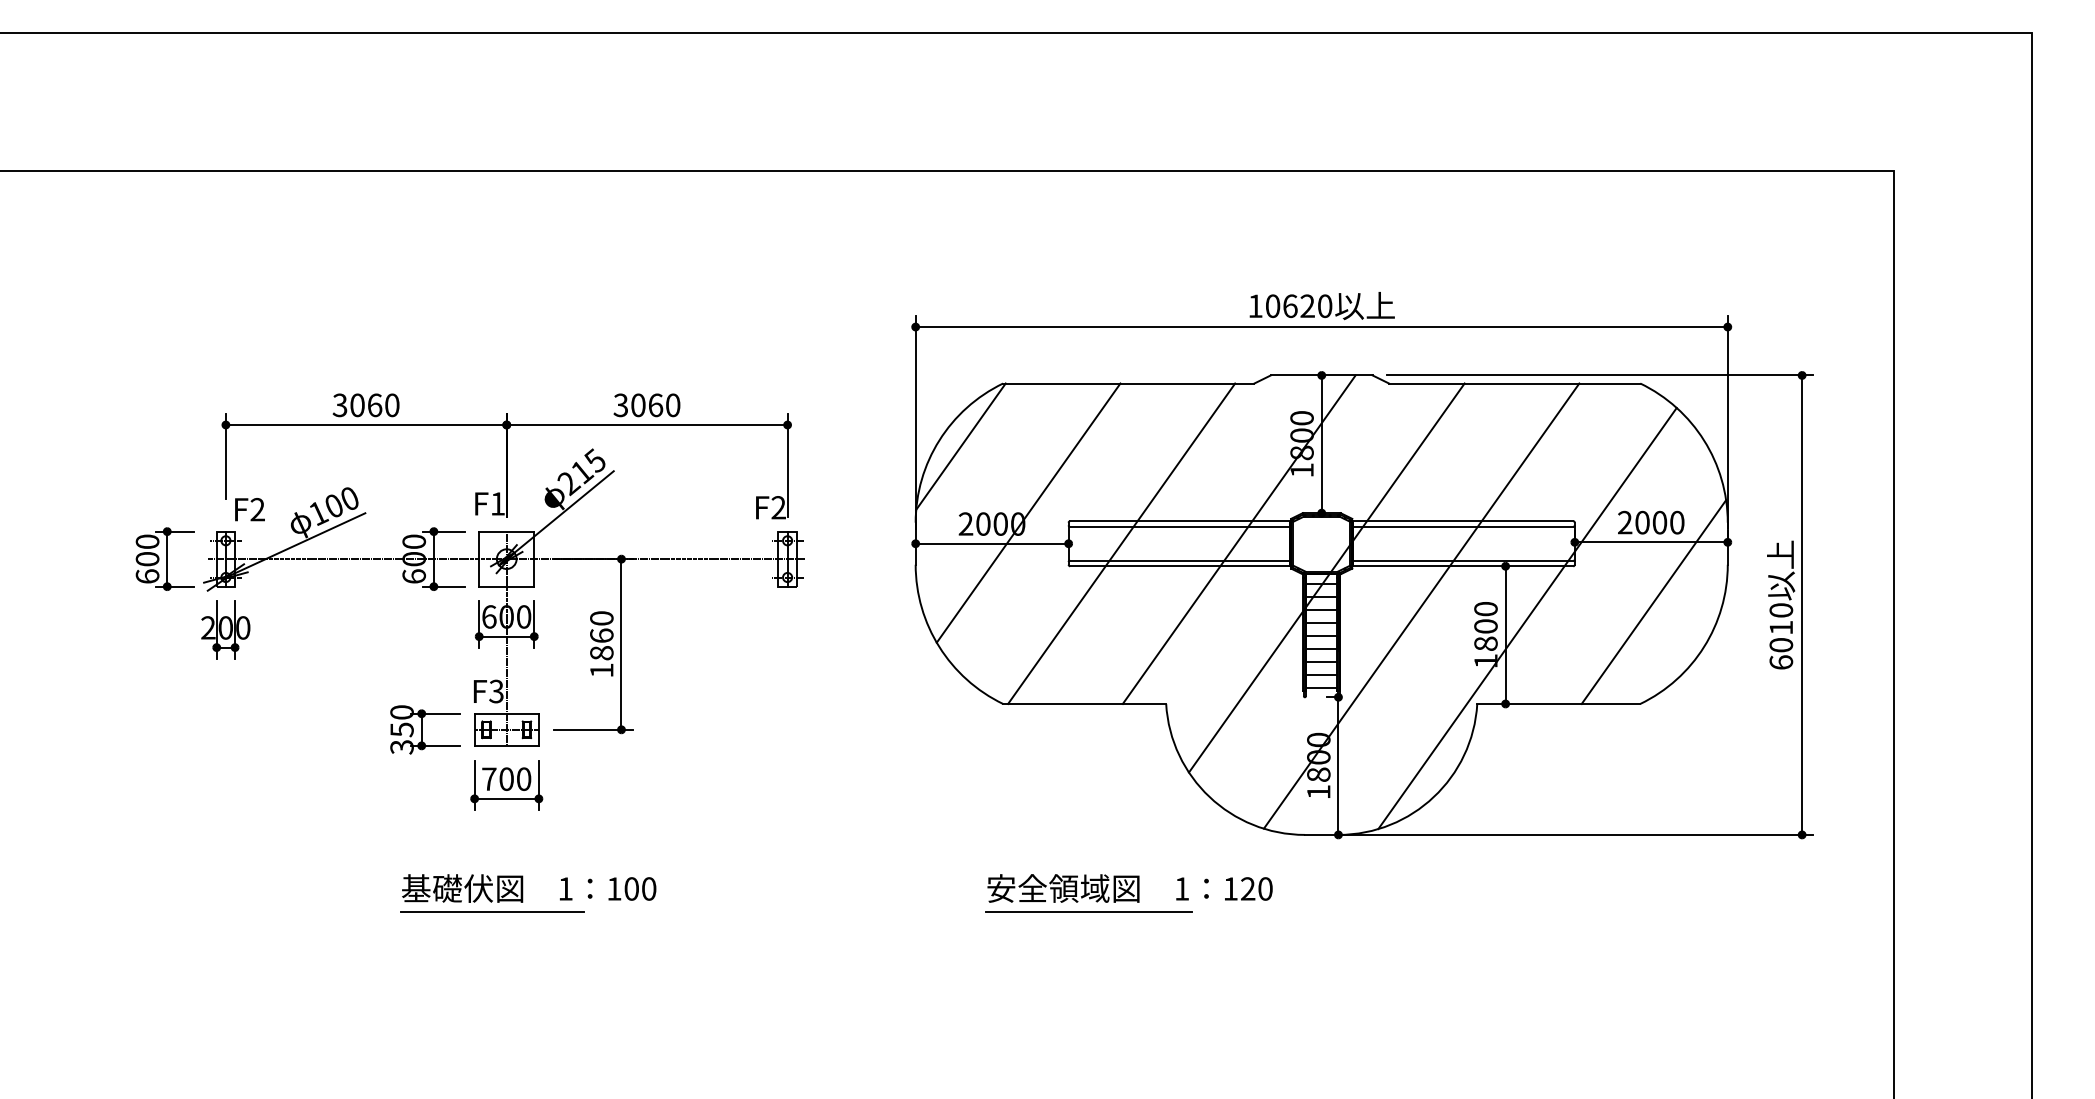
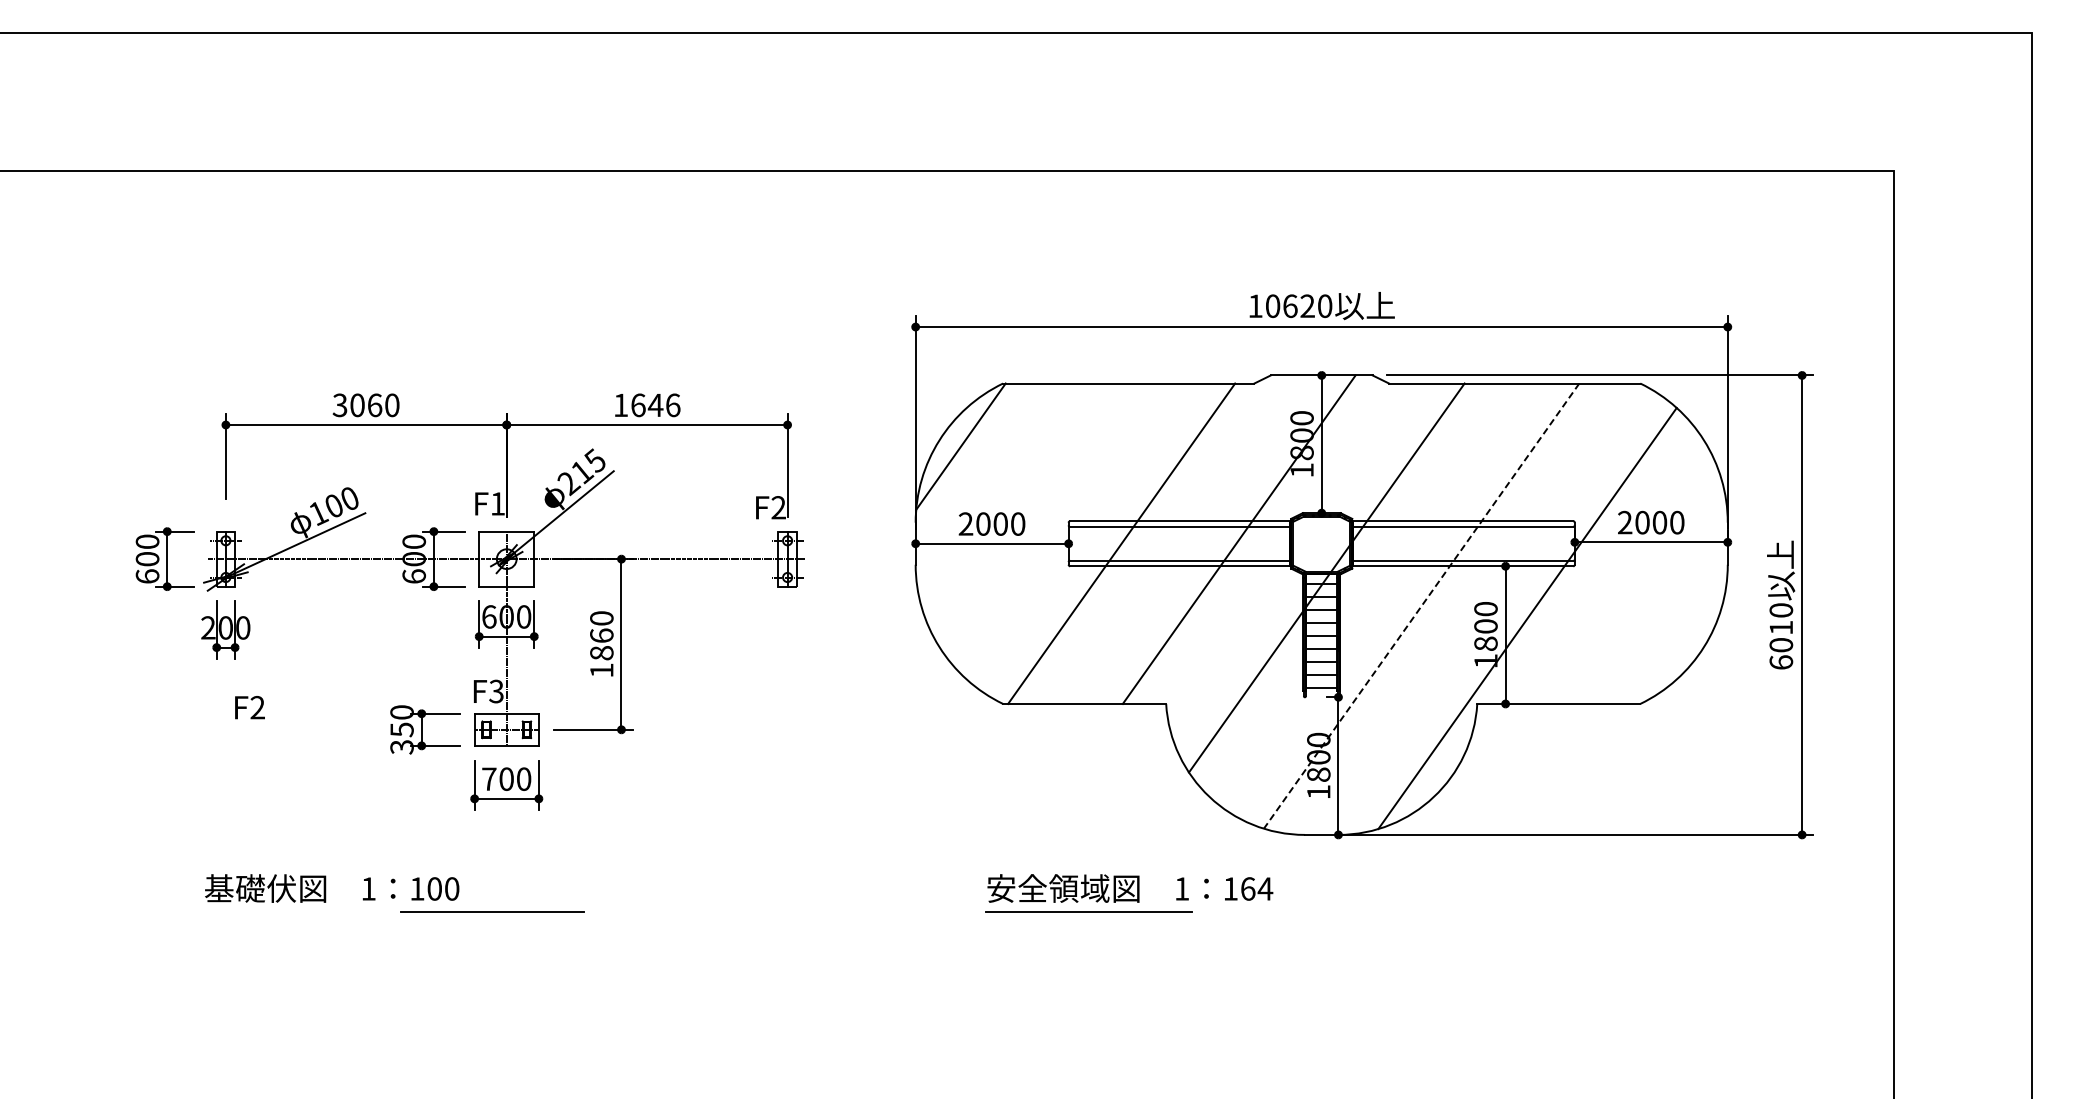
text at (646, 405): 3060 -> 1646
text at (249, 509) position: (249, 509) -> (249, 707)
line at (1028, 512): present -> none
line at (1653, 601): present -> none
line at (1421, 606): solid -> dashed
text at (529, 888) position: (529, 888) -> (332, 888)
text at (1257, 888): 120 -> 164
